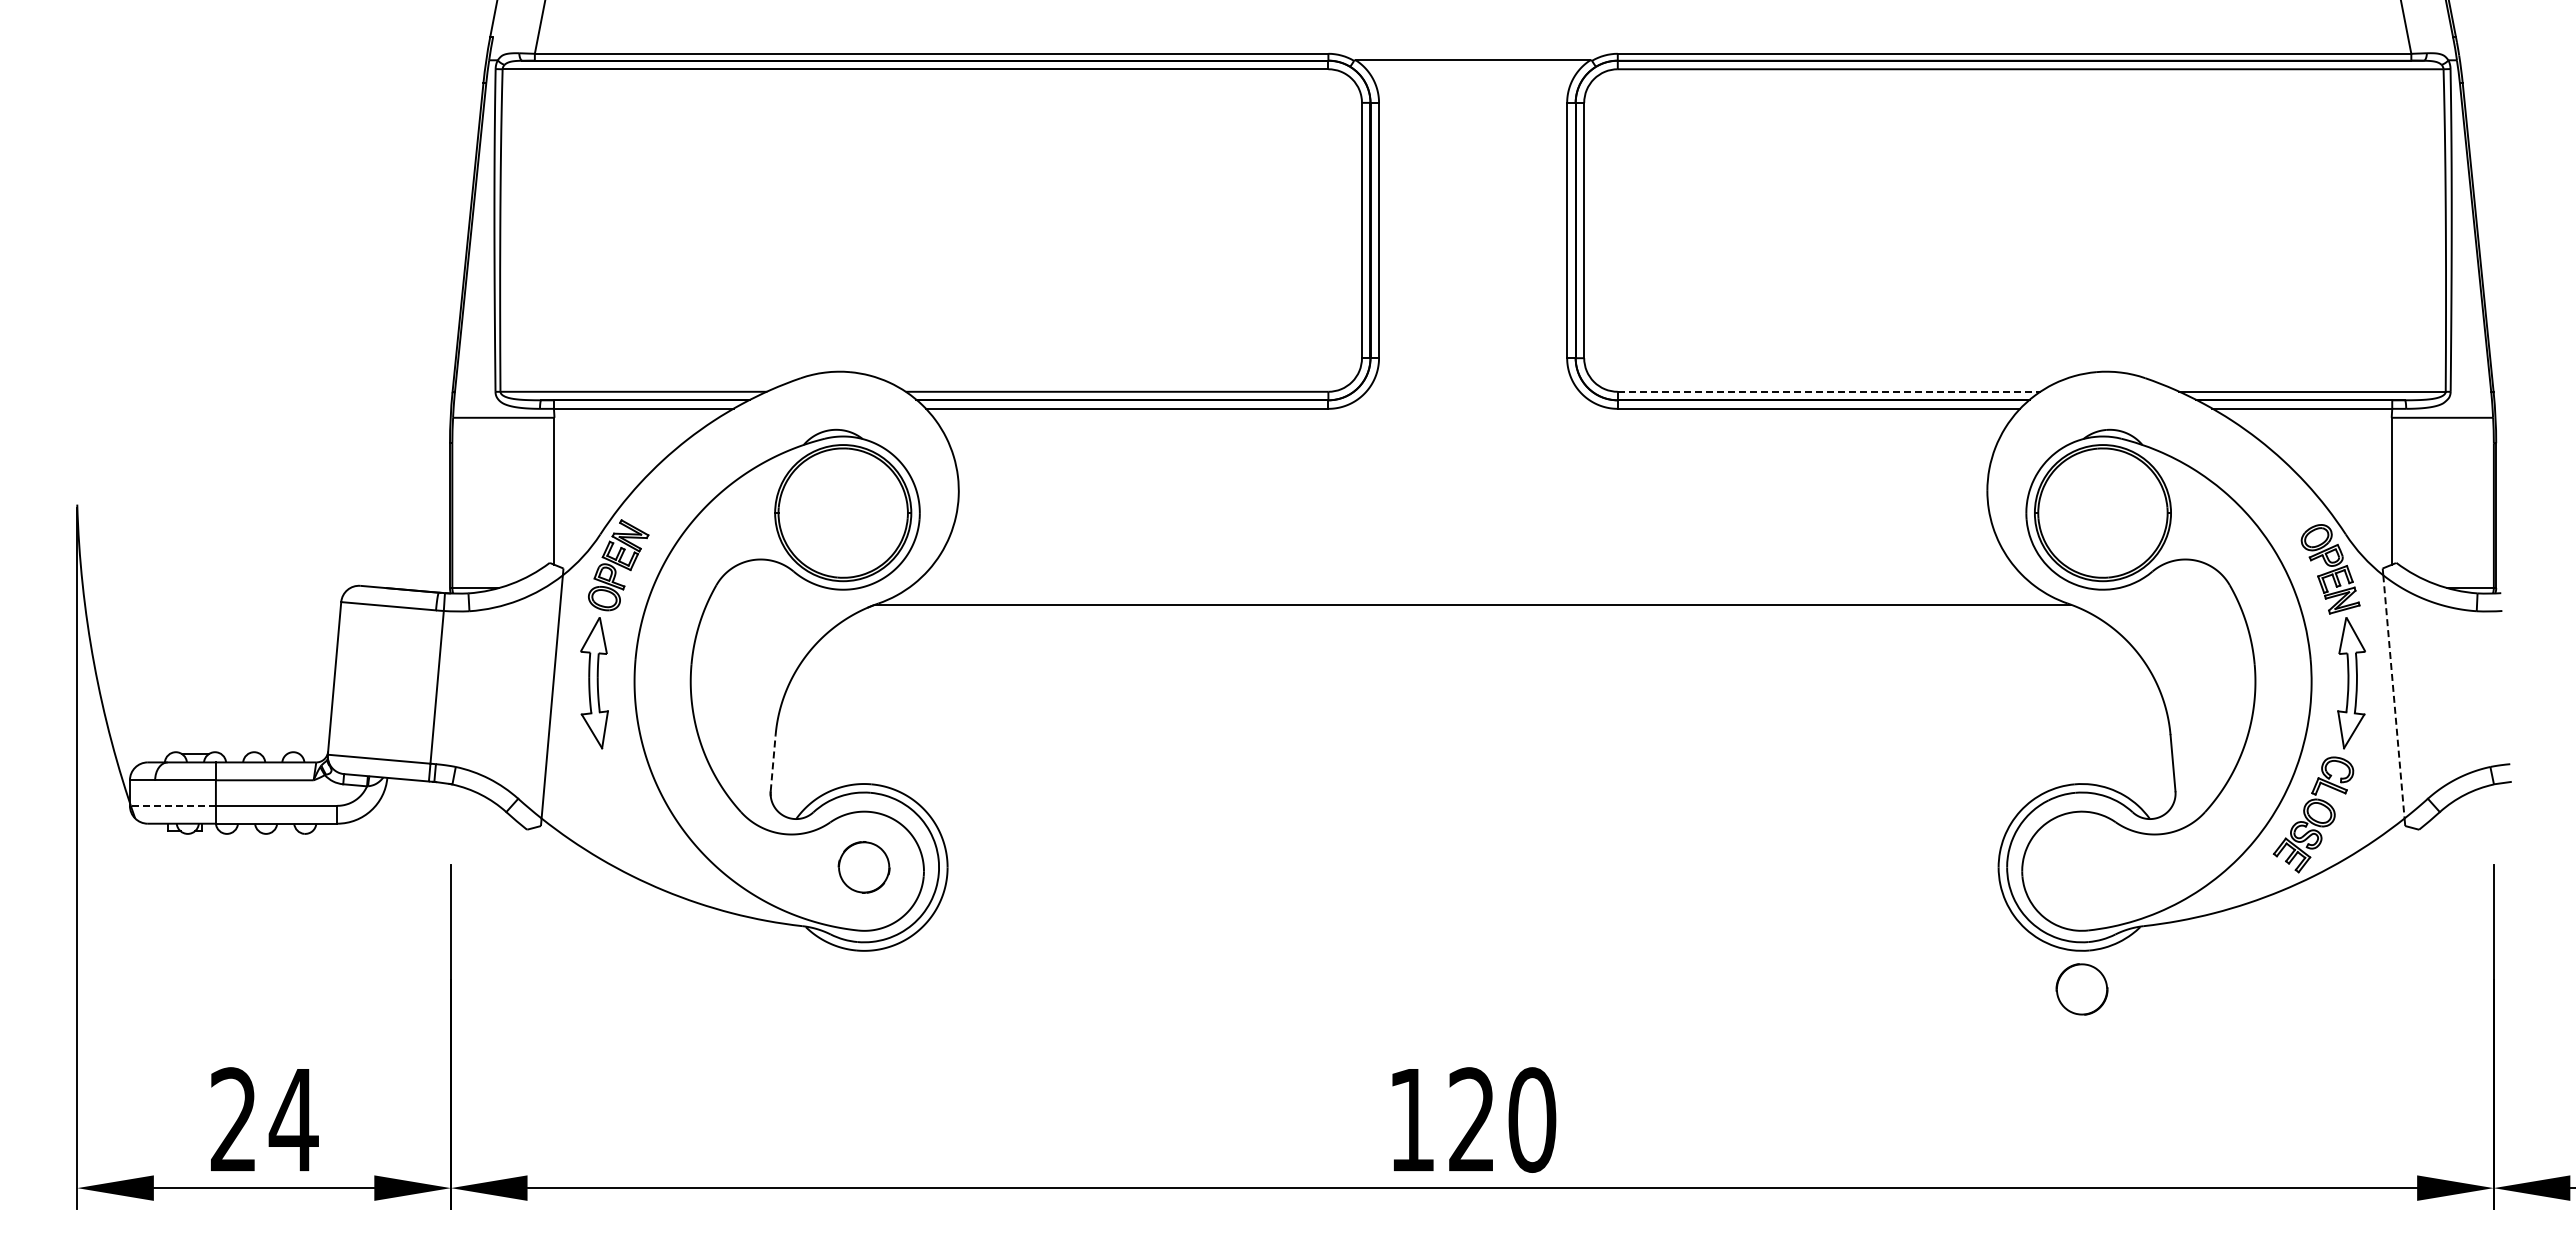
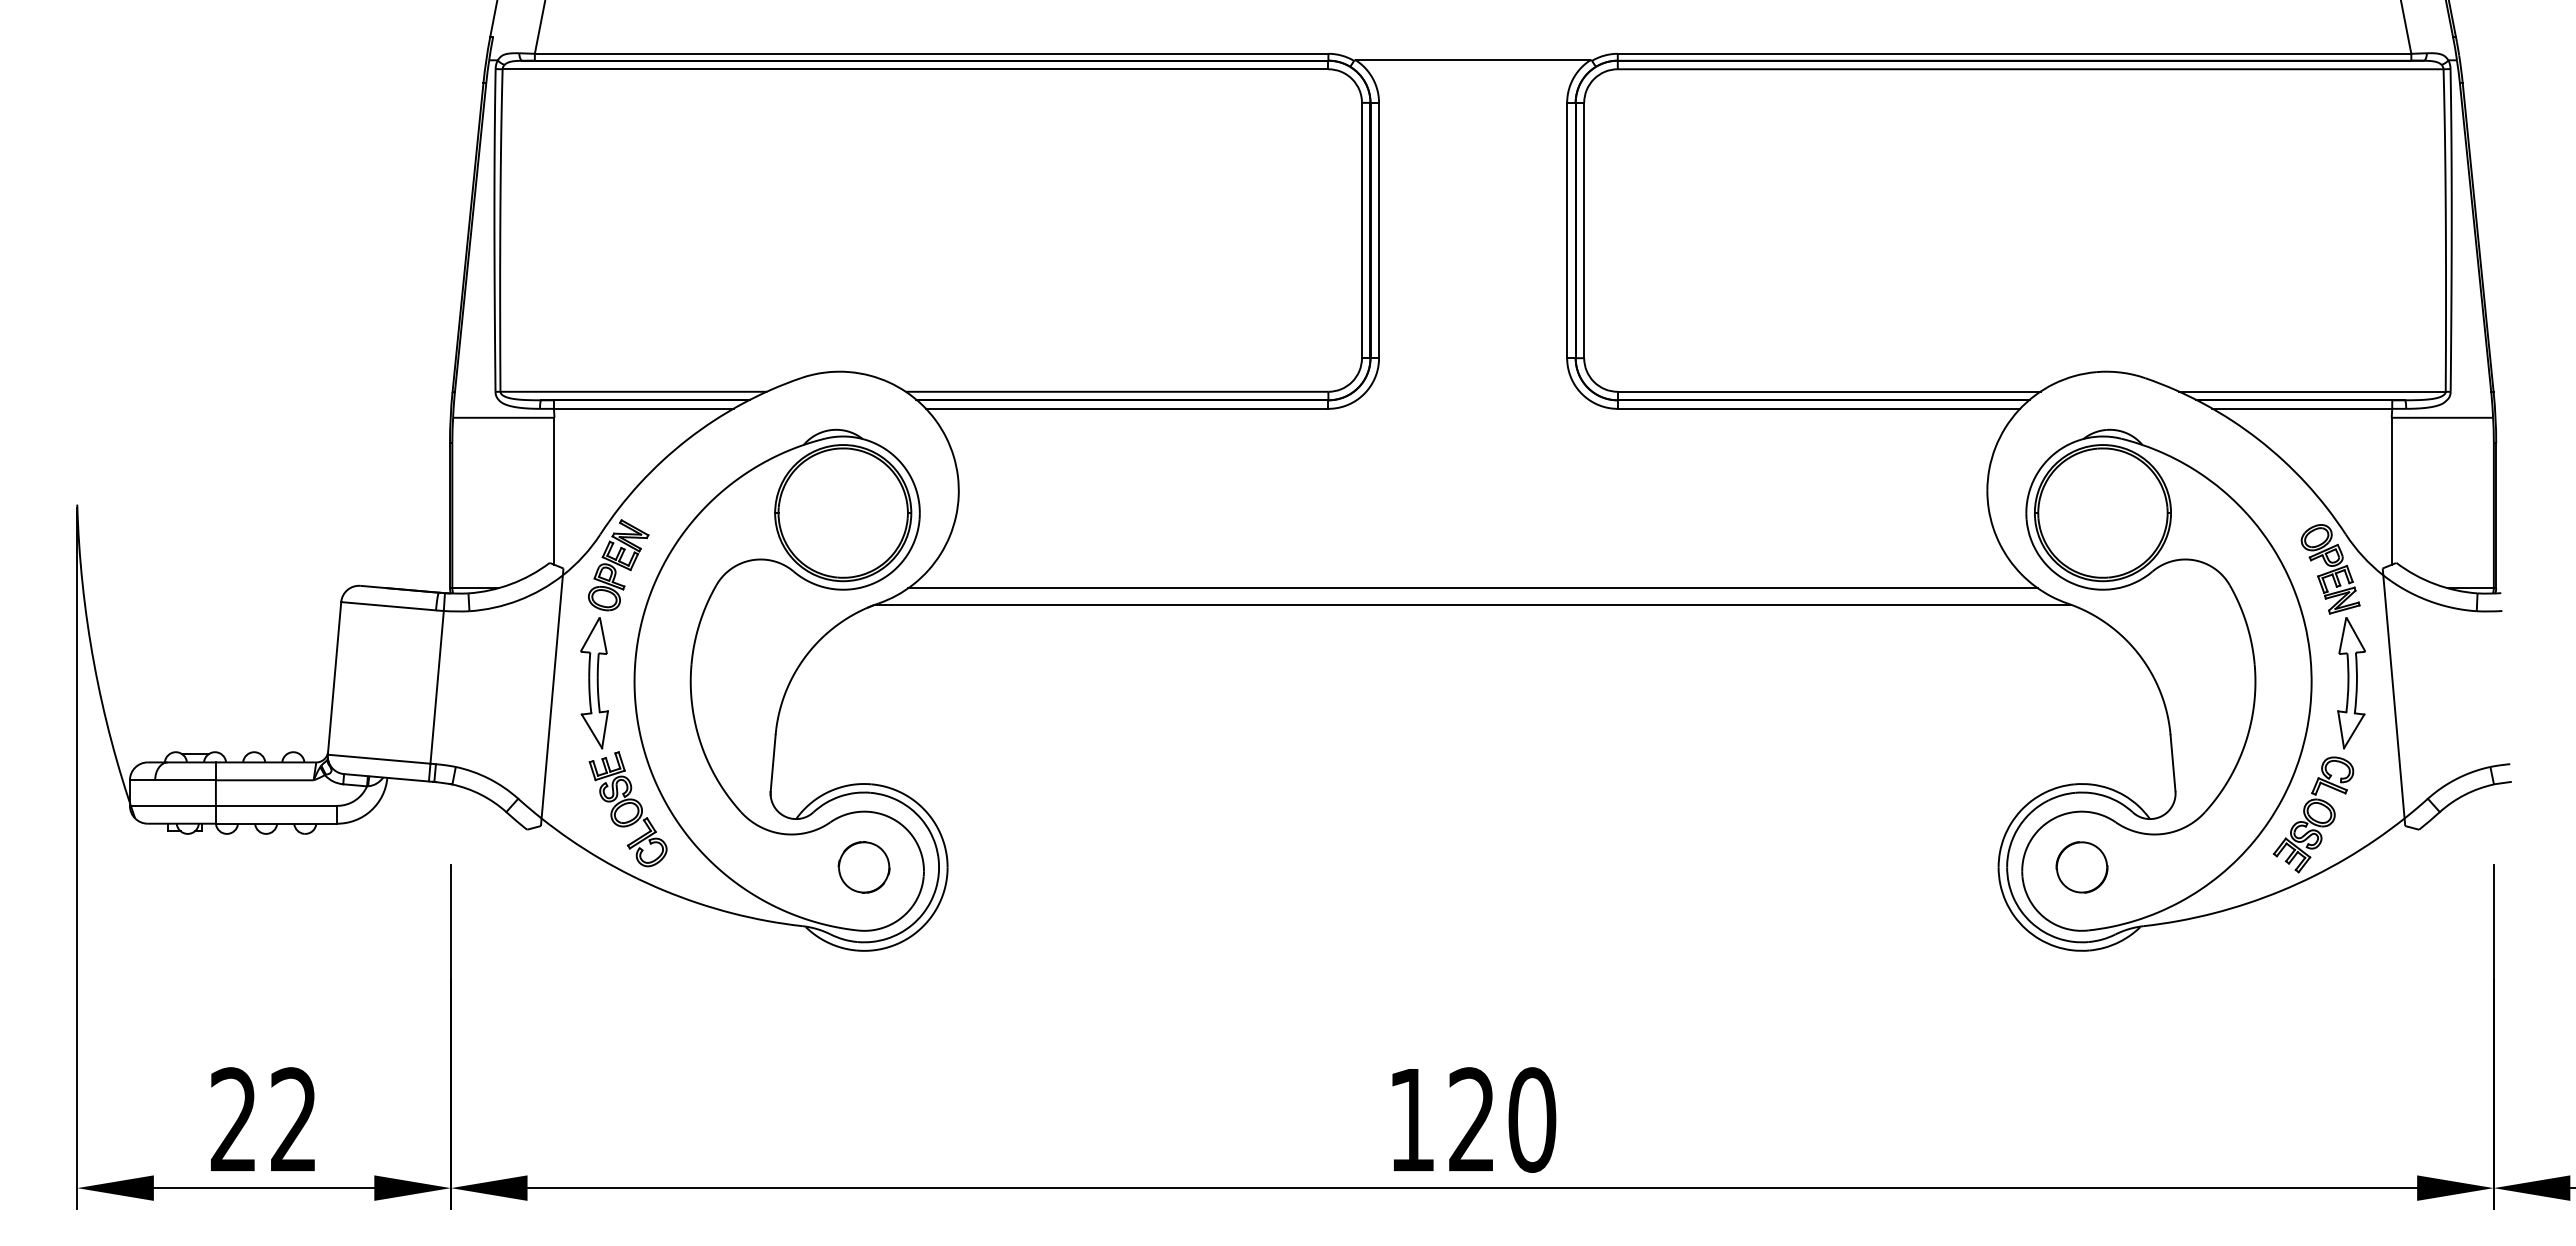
line at (1829, 391): dashed -> solid
line at (1472, 588): none -> present
line at (2393, 697): dashed -> solid
line at (773, 762): dashed -> solid
line at (172, 805): dashed -> solid
part at (627, 809): none -> present
part at (2081, 989) position: (2081, 989) -> (2081, 867)
text at (293, 1119): 24 -> 22
